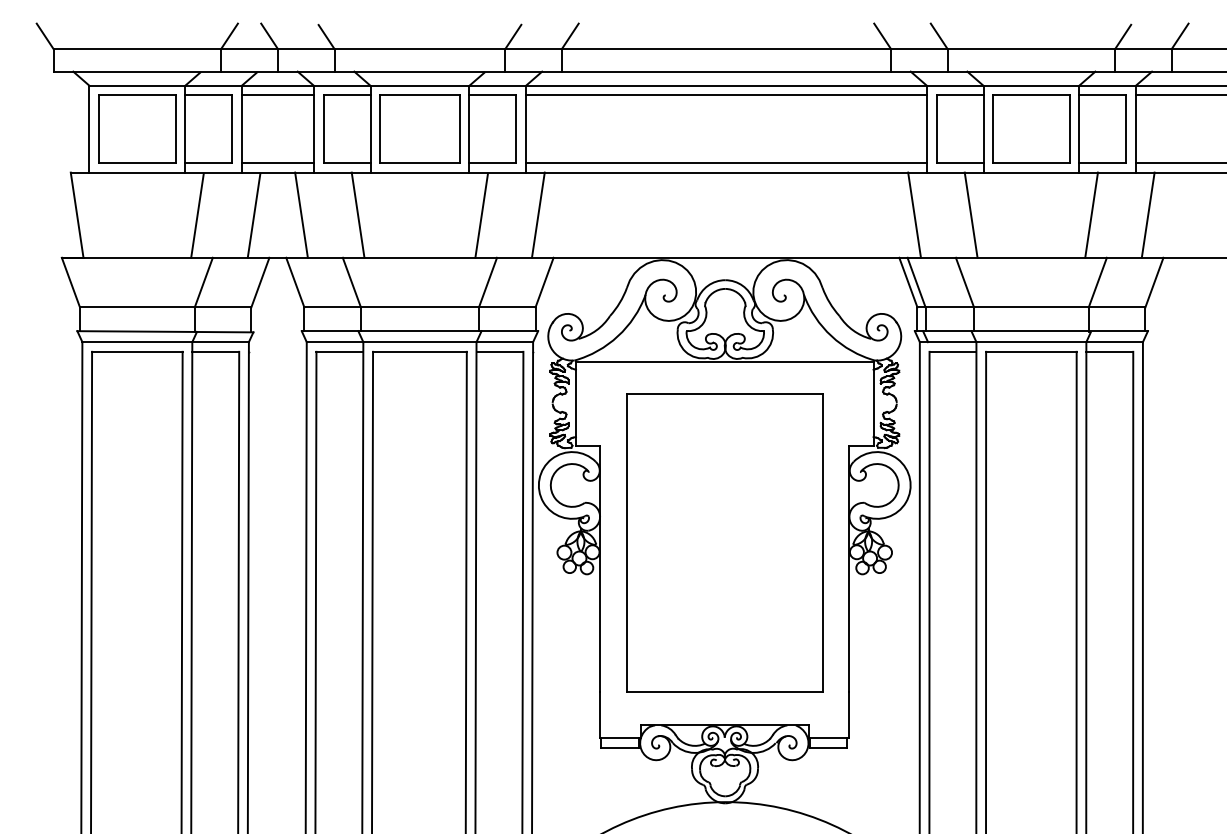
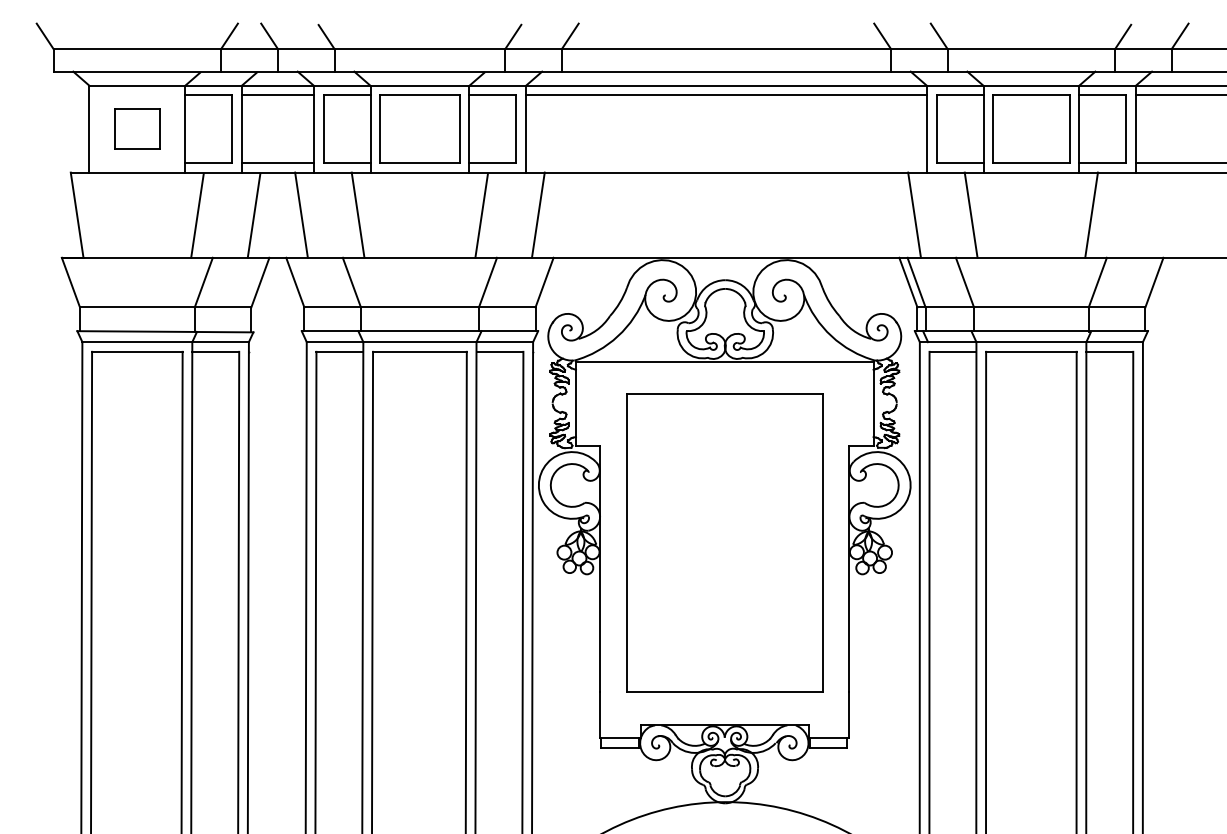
part at (137, 128) size: 79x70 px -> 47x42 px
line at (726, 162): present -> none
line at (1147, 214): present -> none
